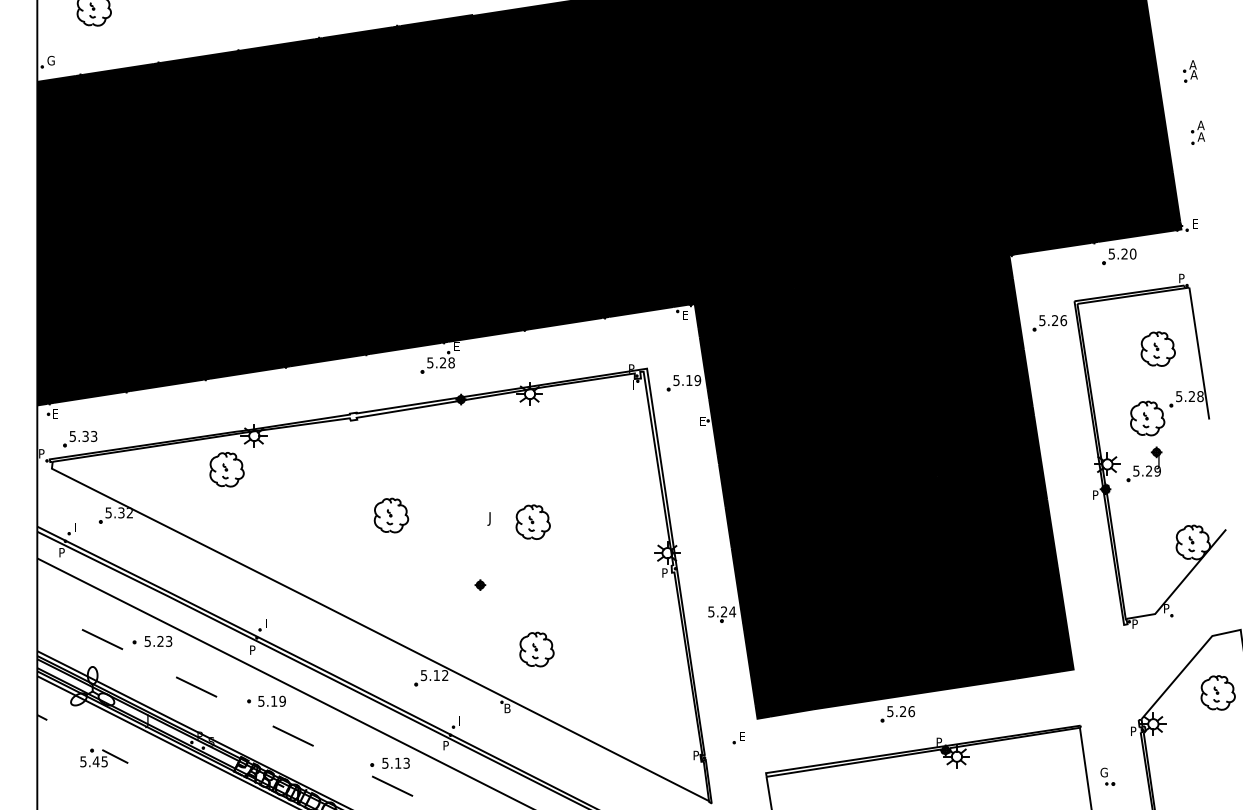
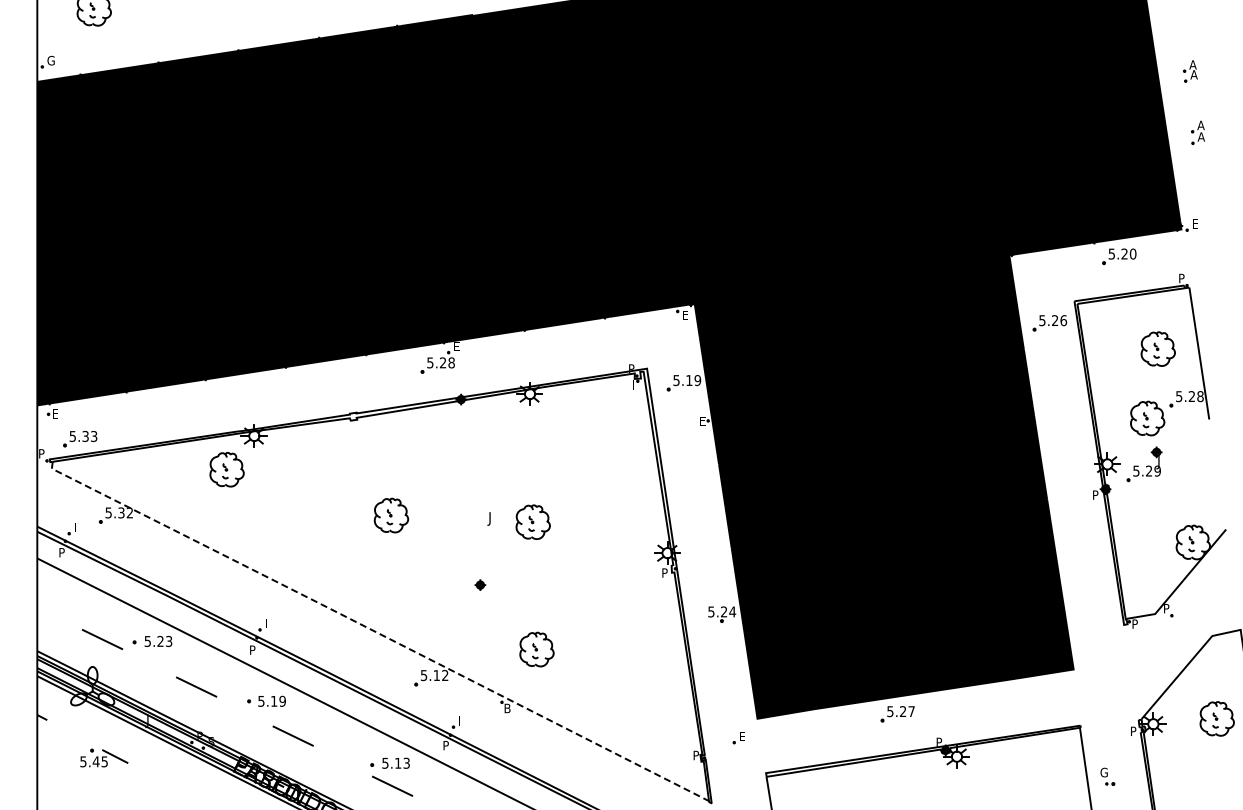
line at (376, 632): solid -> dashed
part at (1217, 692) position: (1217, 692) -> (1216, 718)
text at (911, 711): 5.26 -> 5.27
